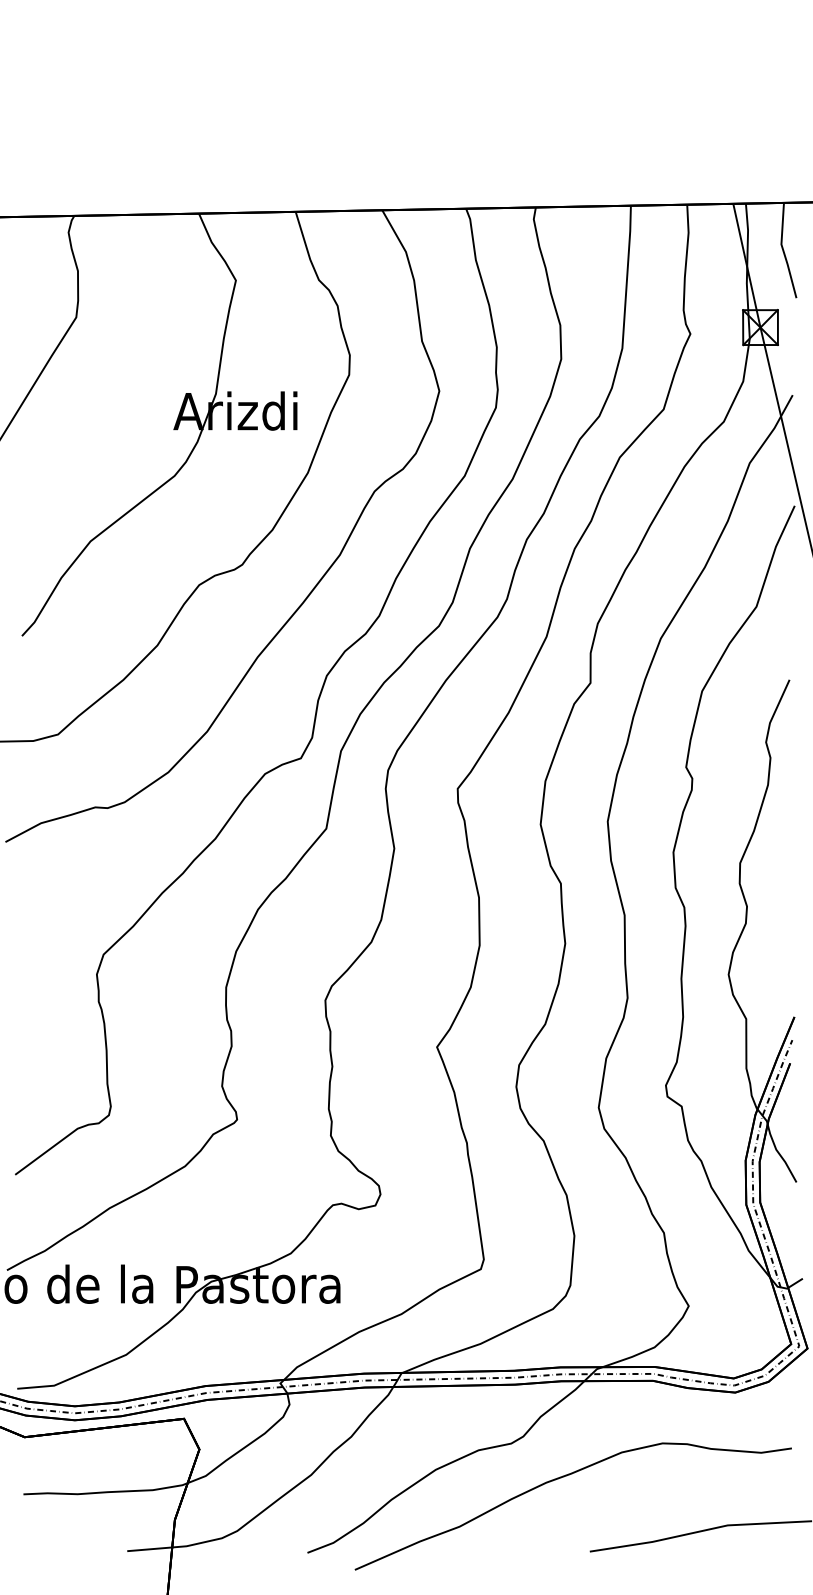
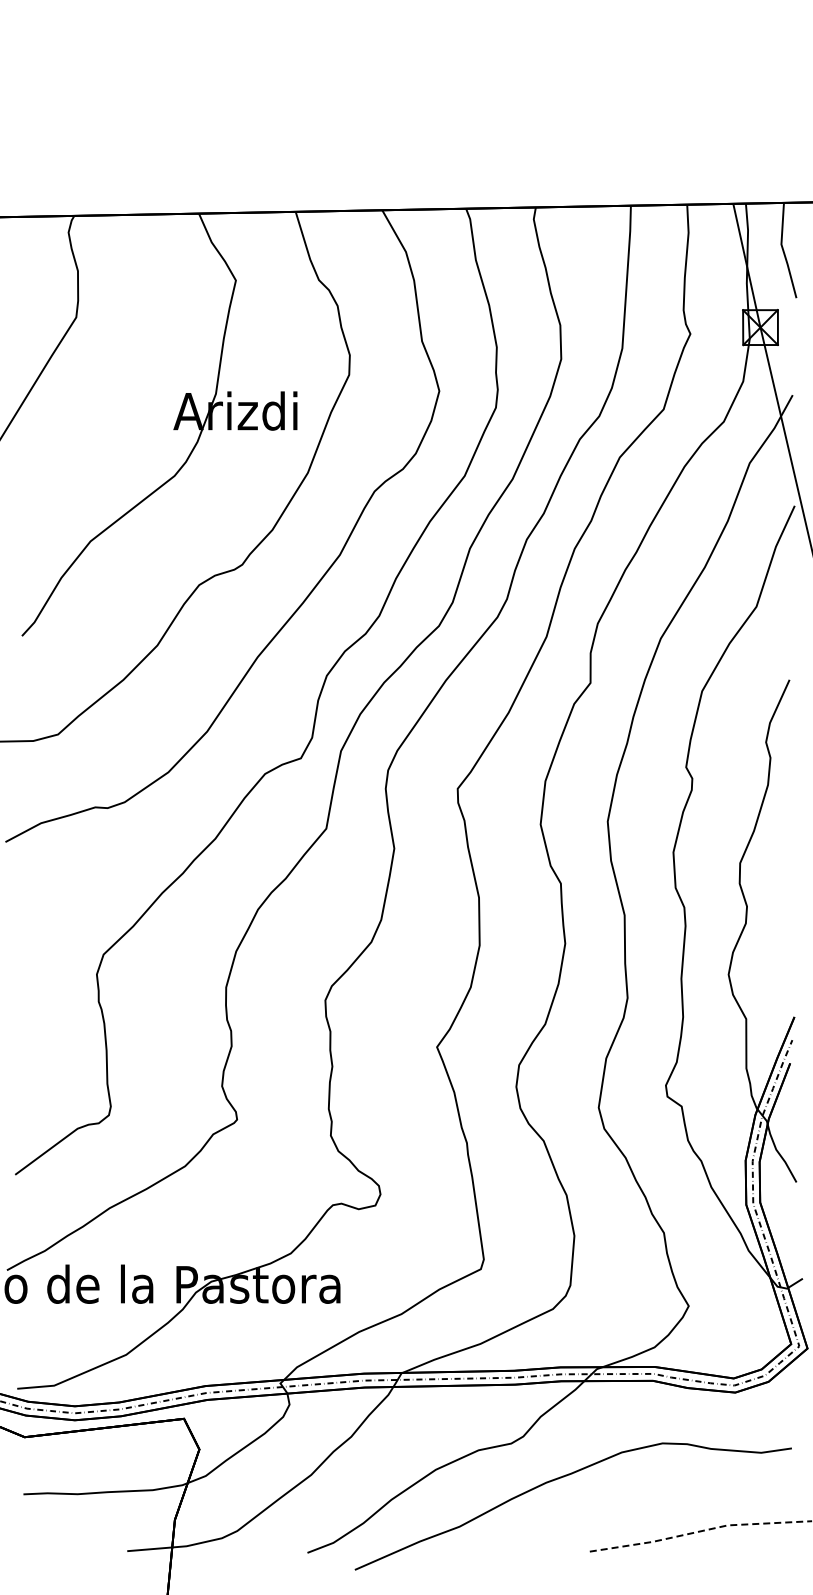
line at (700, 1531): solid -> dashed
